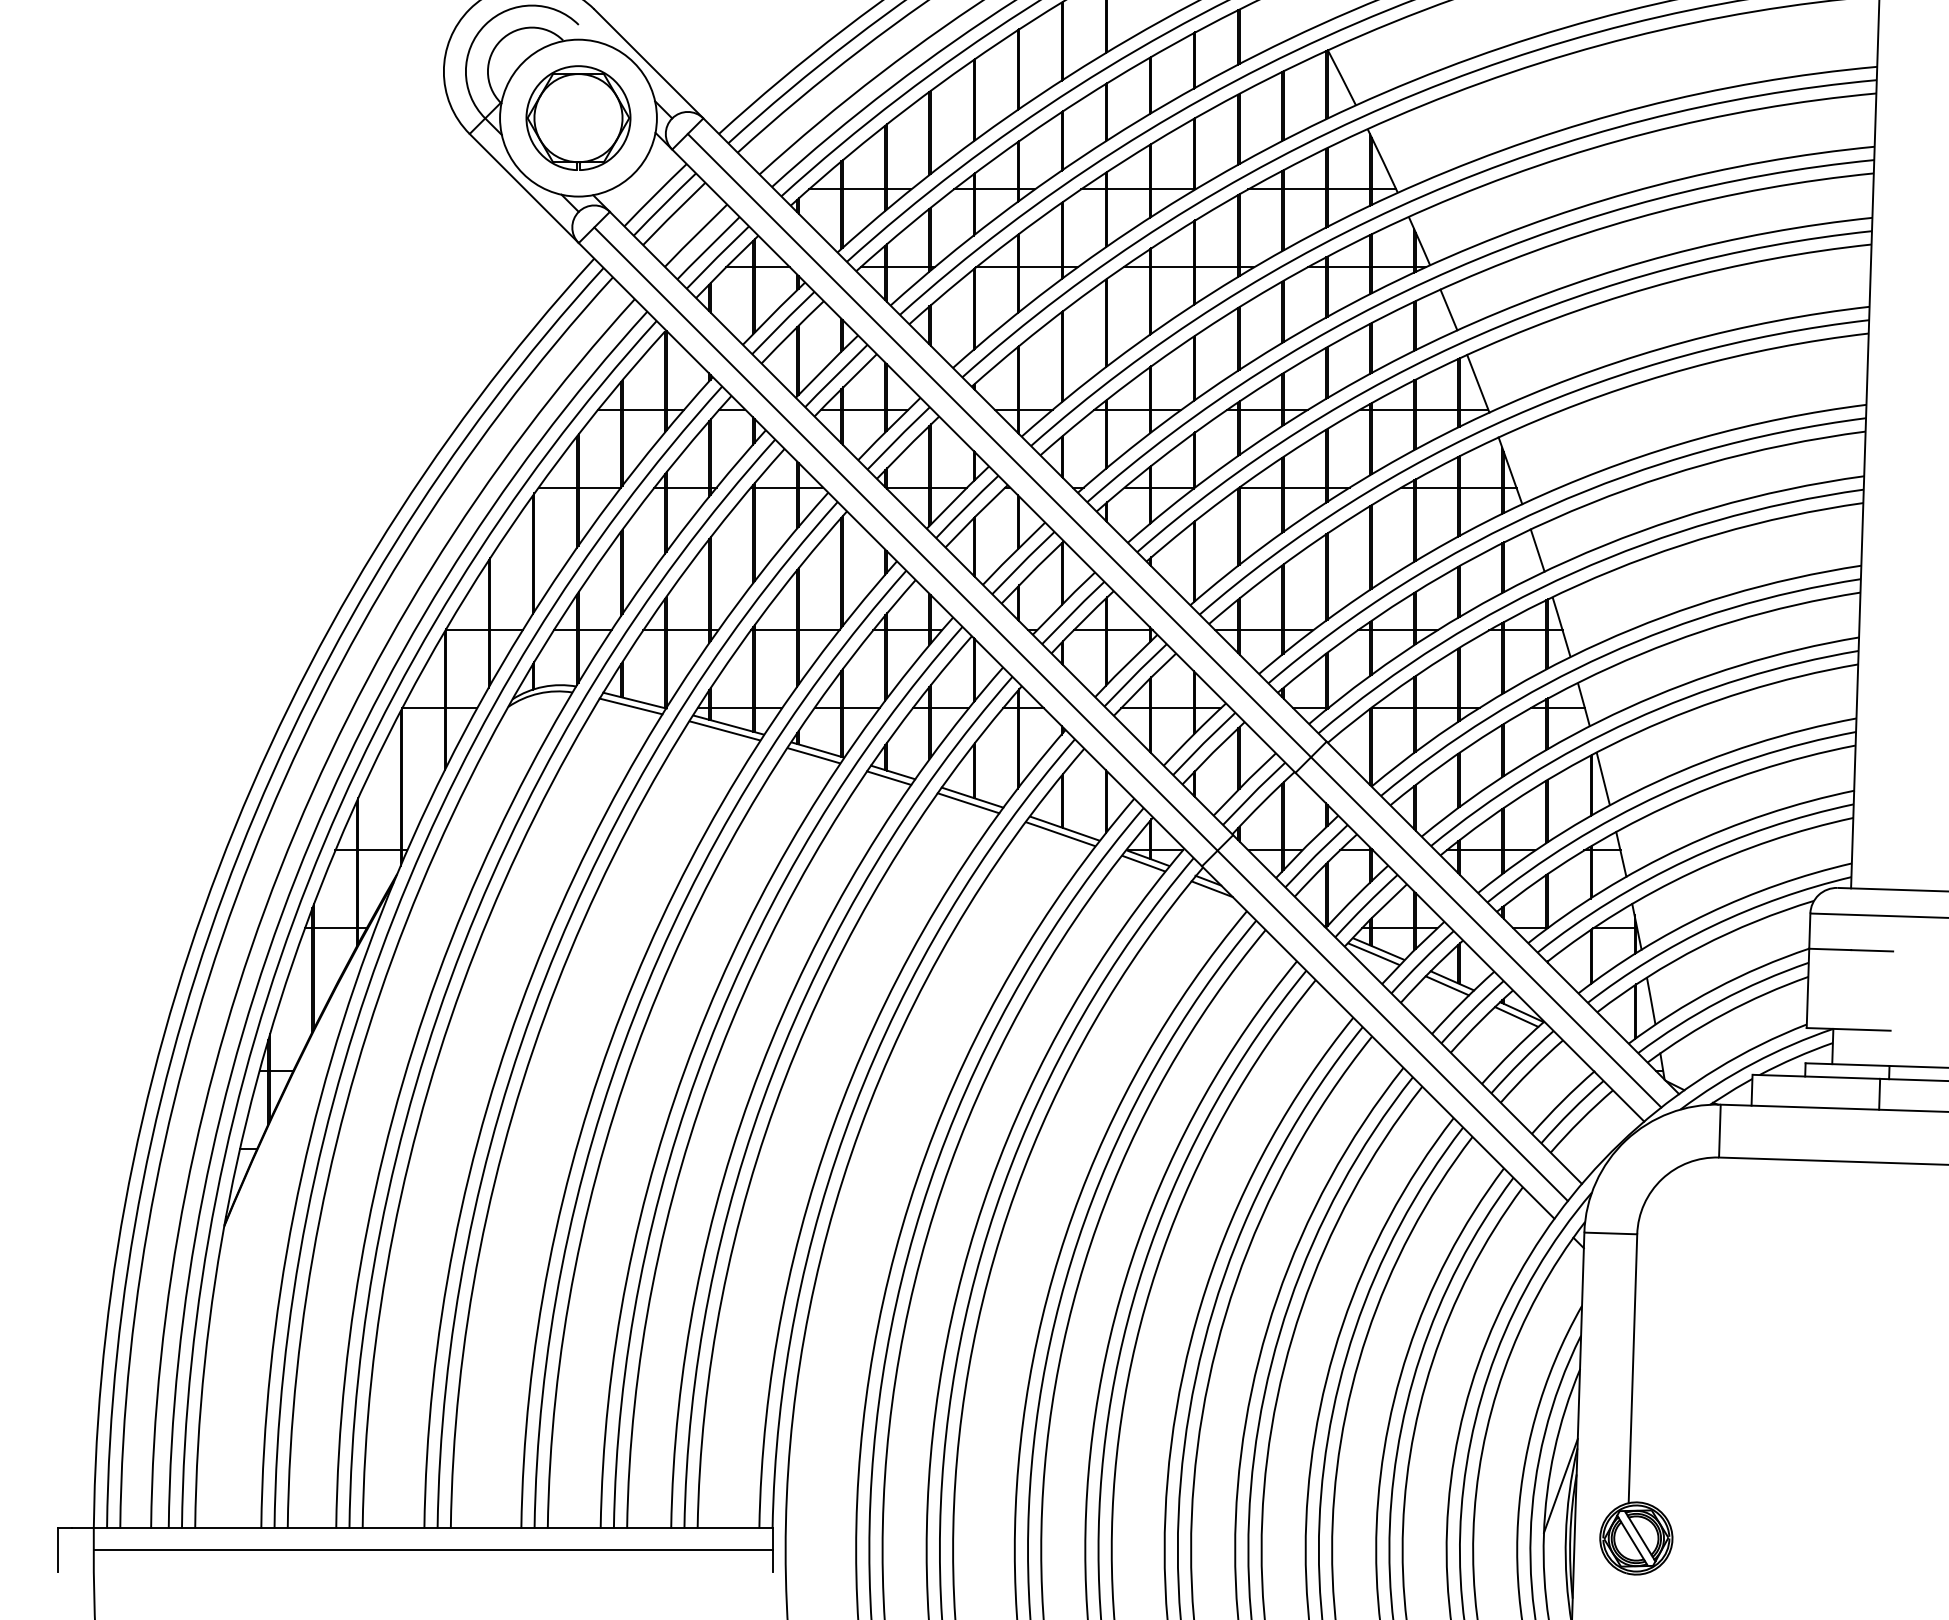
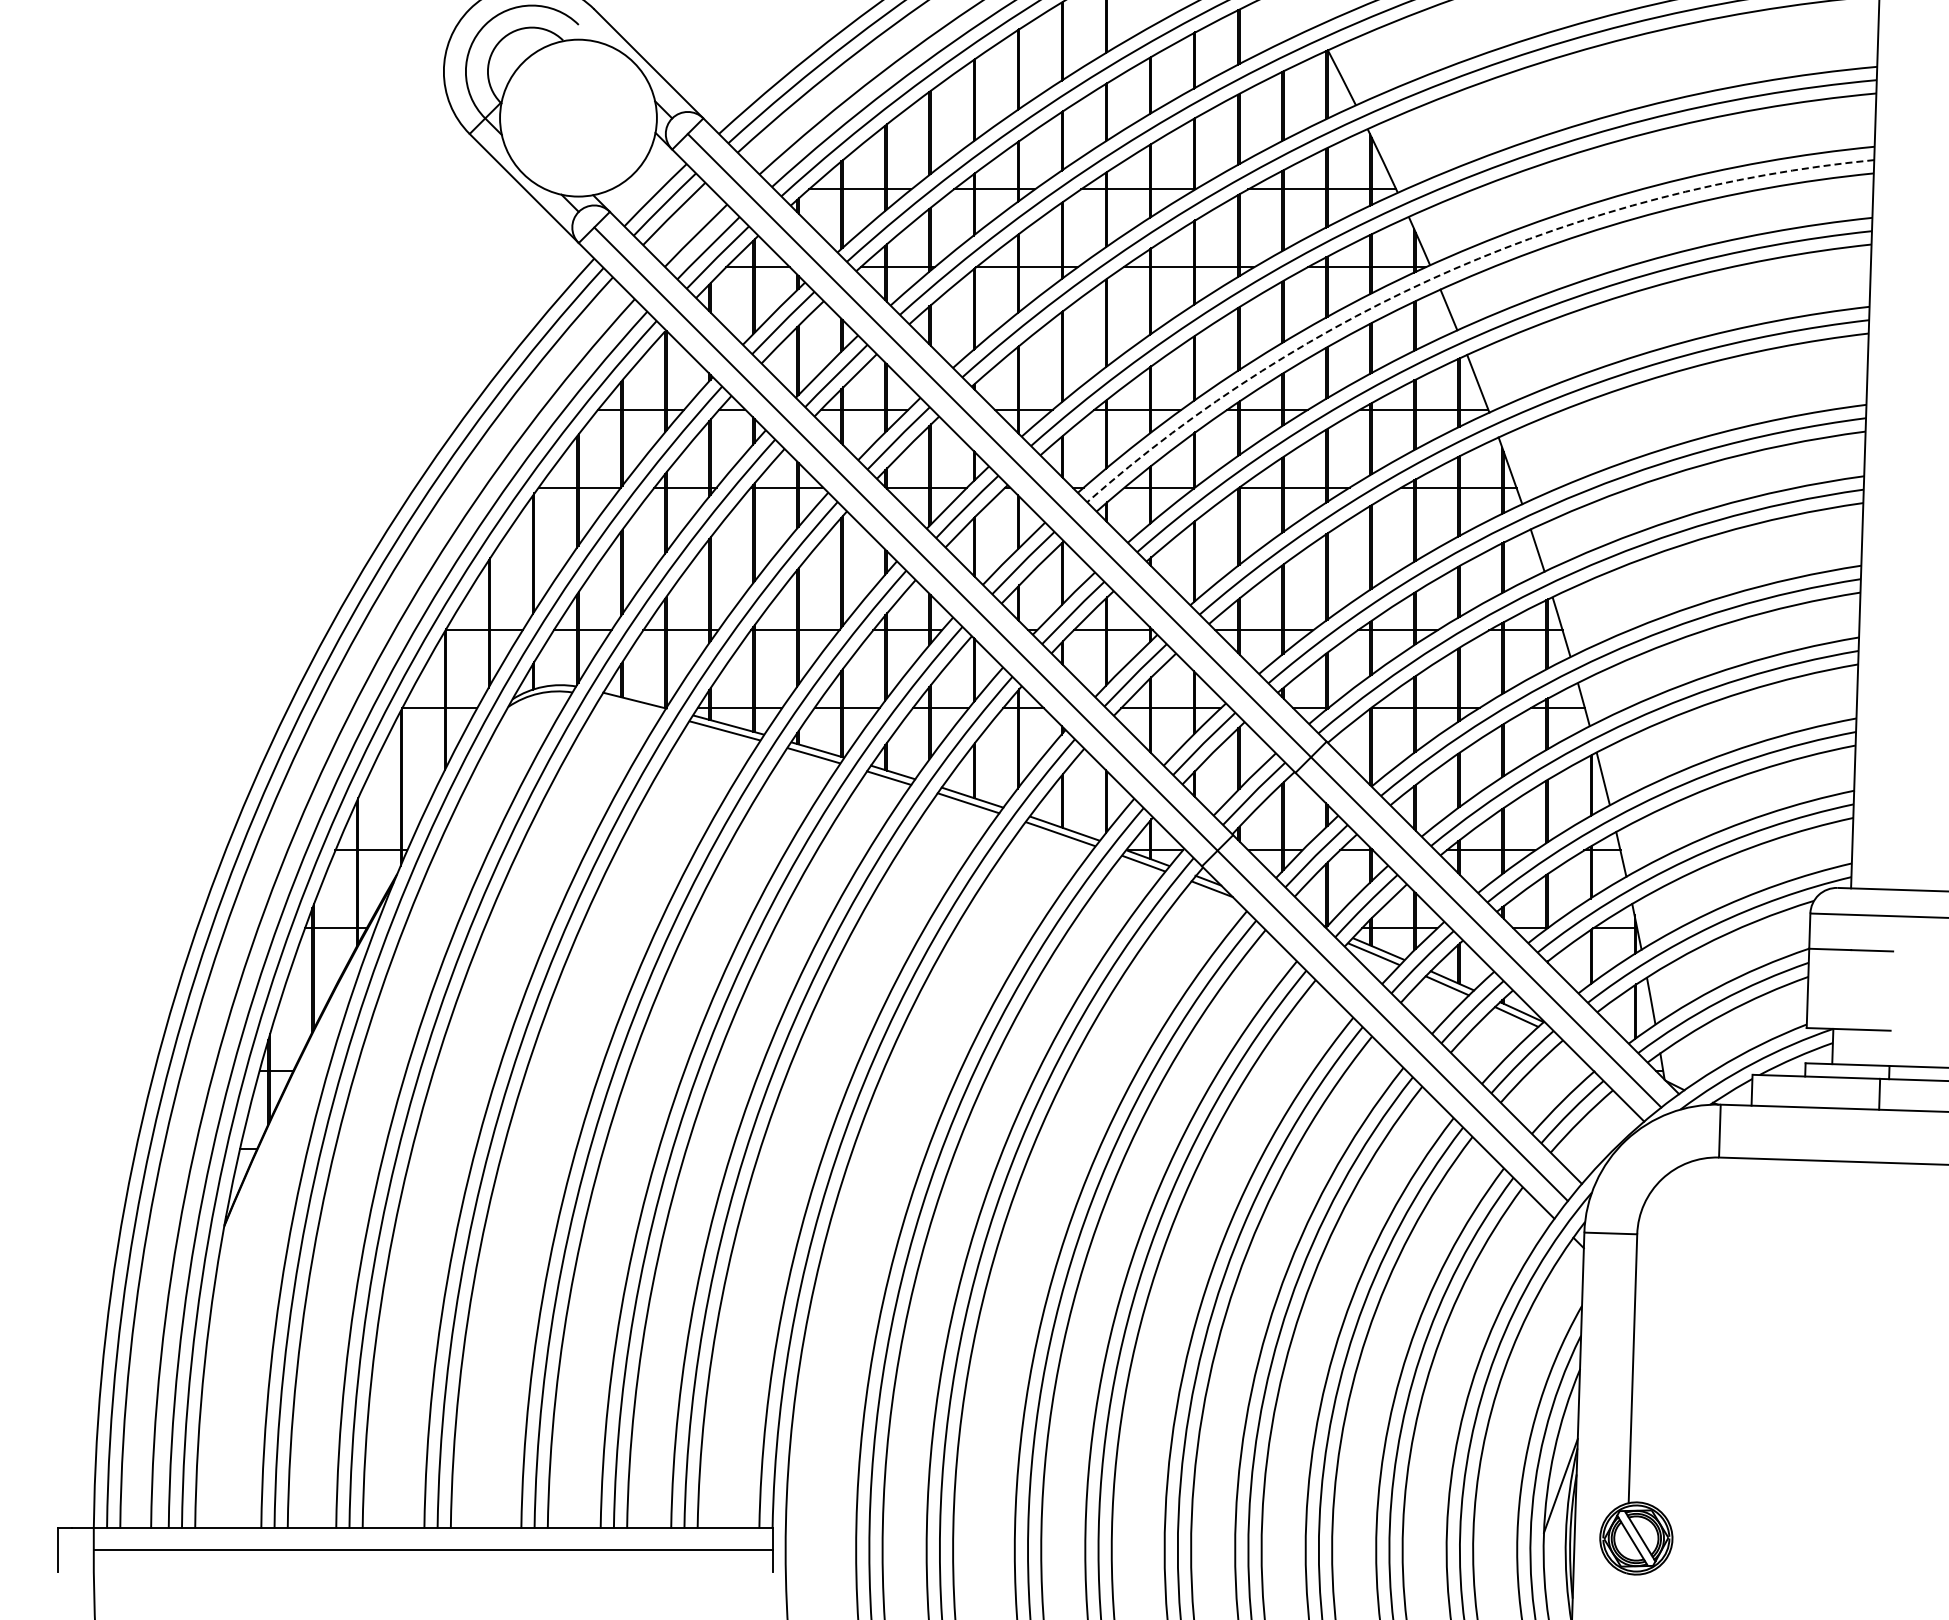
part at (578, 117): present -> none
arc at (1453, 269): solid -> dashed
line at (630, 706): present -> none
